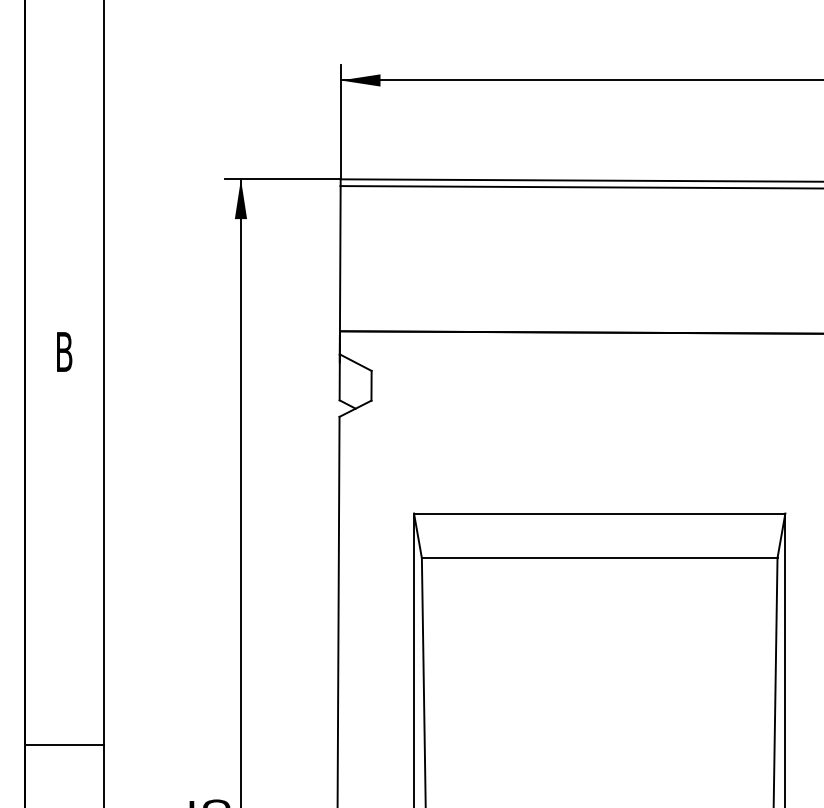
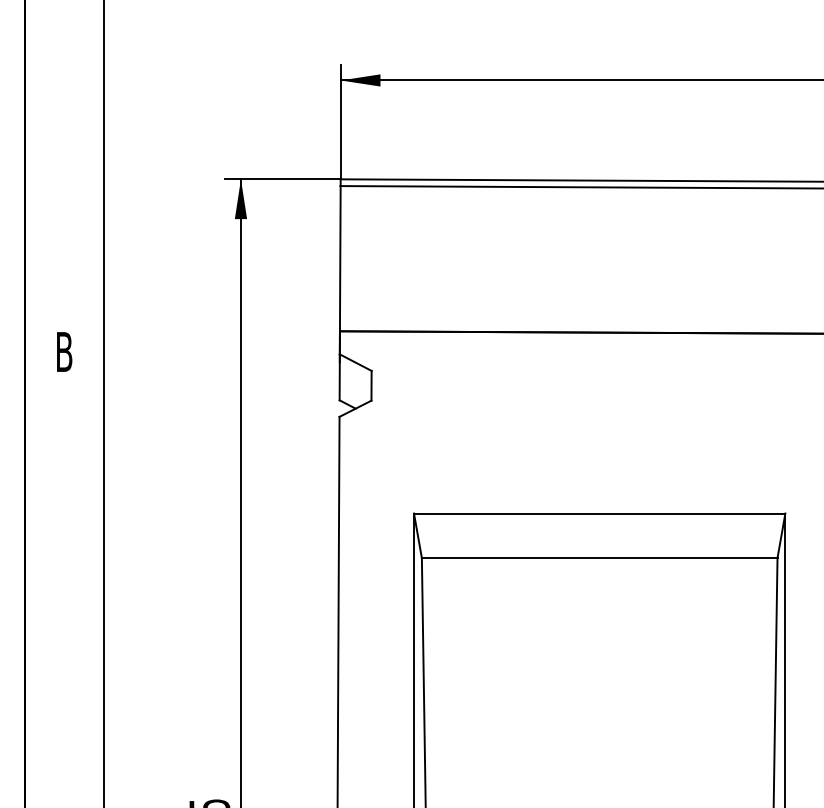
line at (64, 745): present -> none
